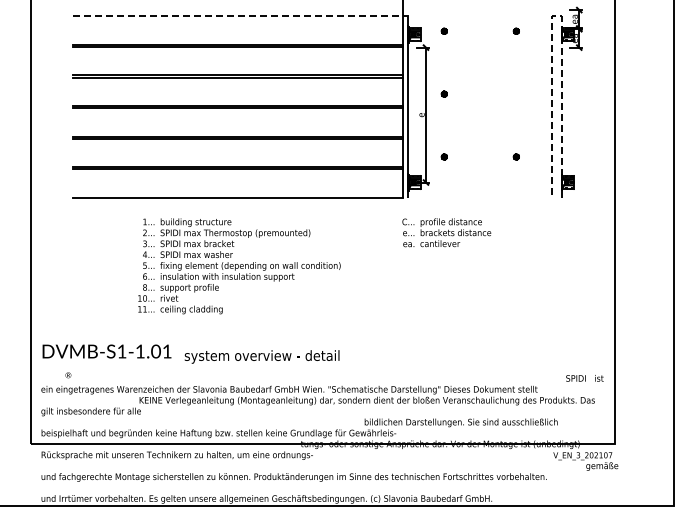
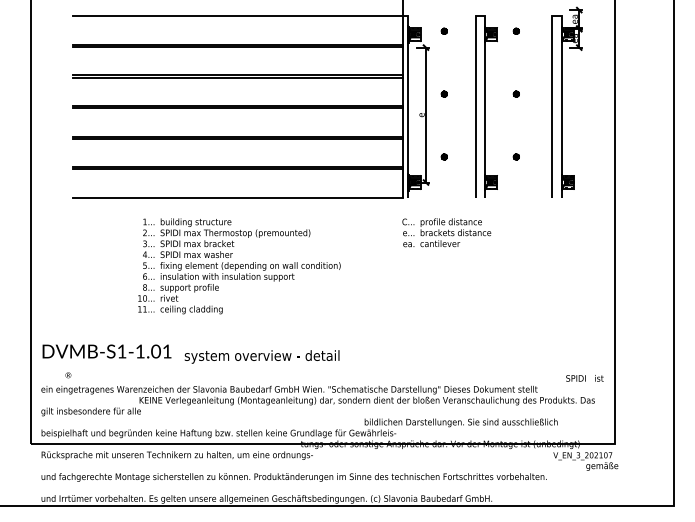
line at (238, 16): dashed -> solid
line at (557, 16): dashed -> solid
part at (515, 93): none -> present
part at (486, 106): none -> present
